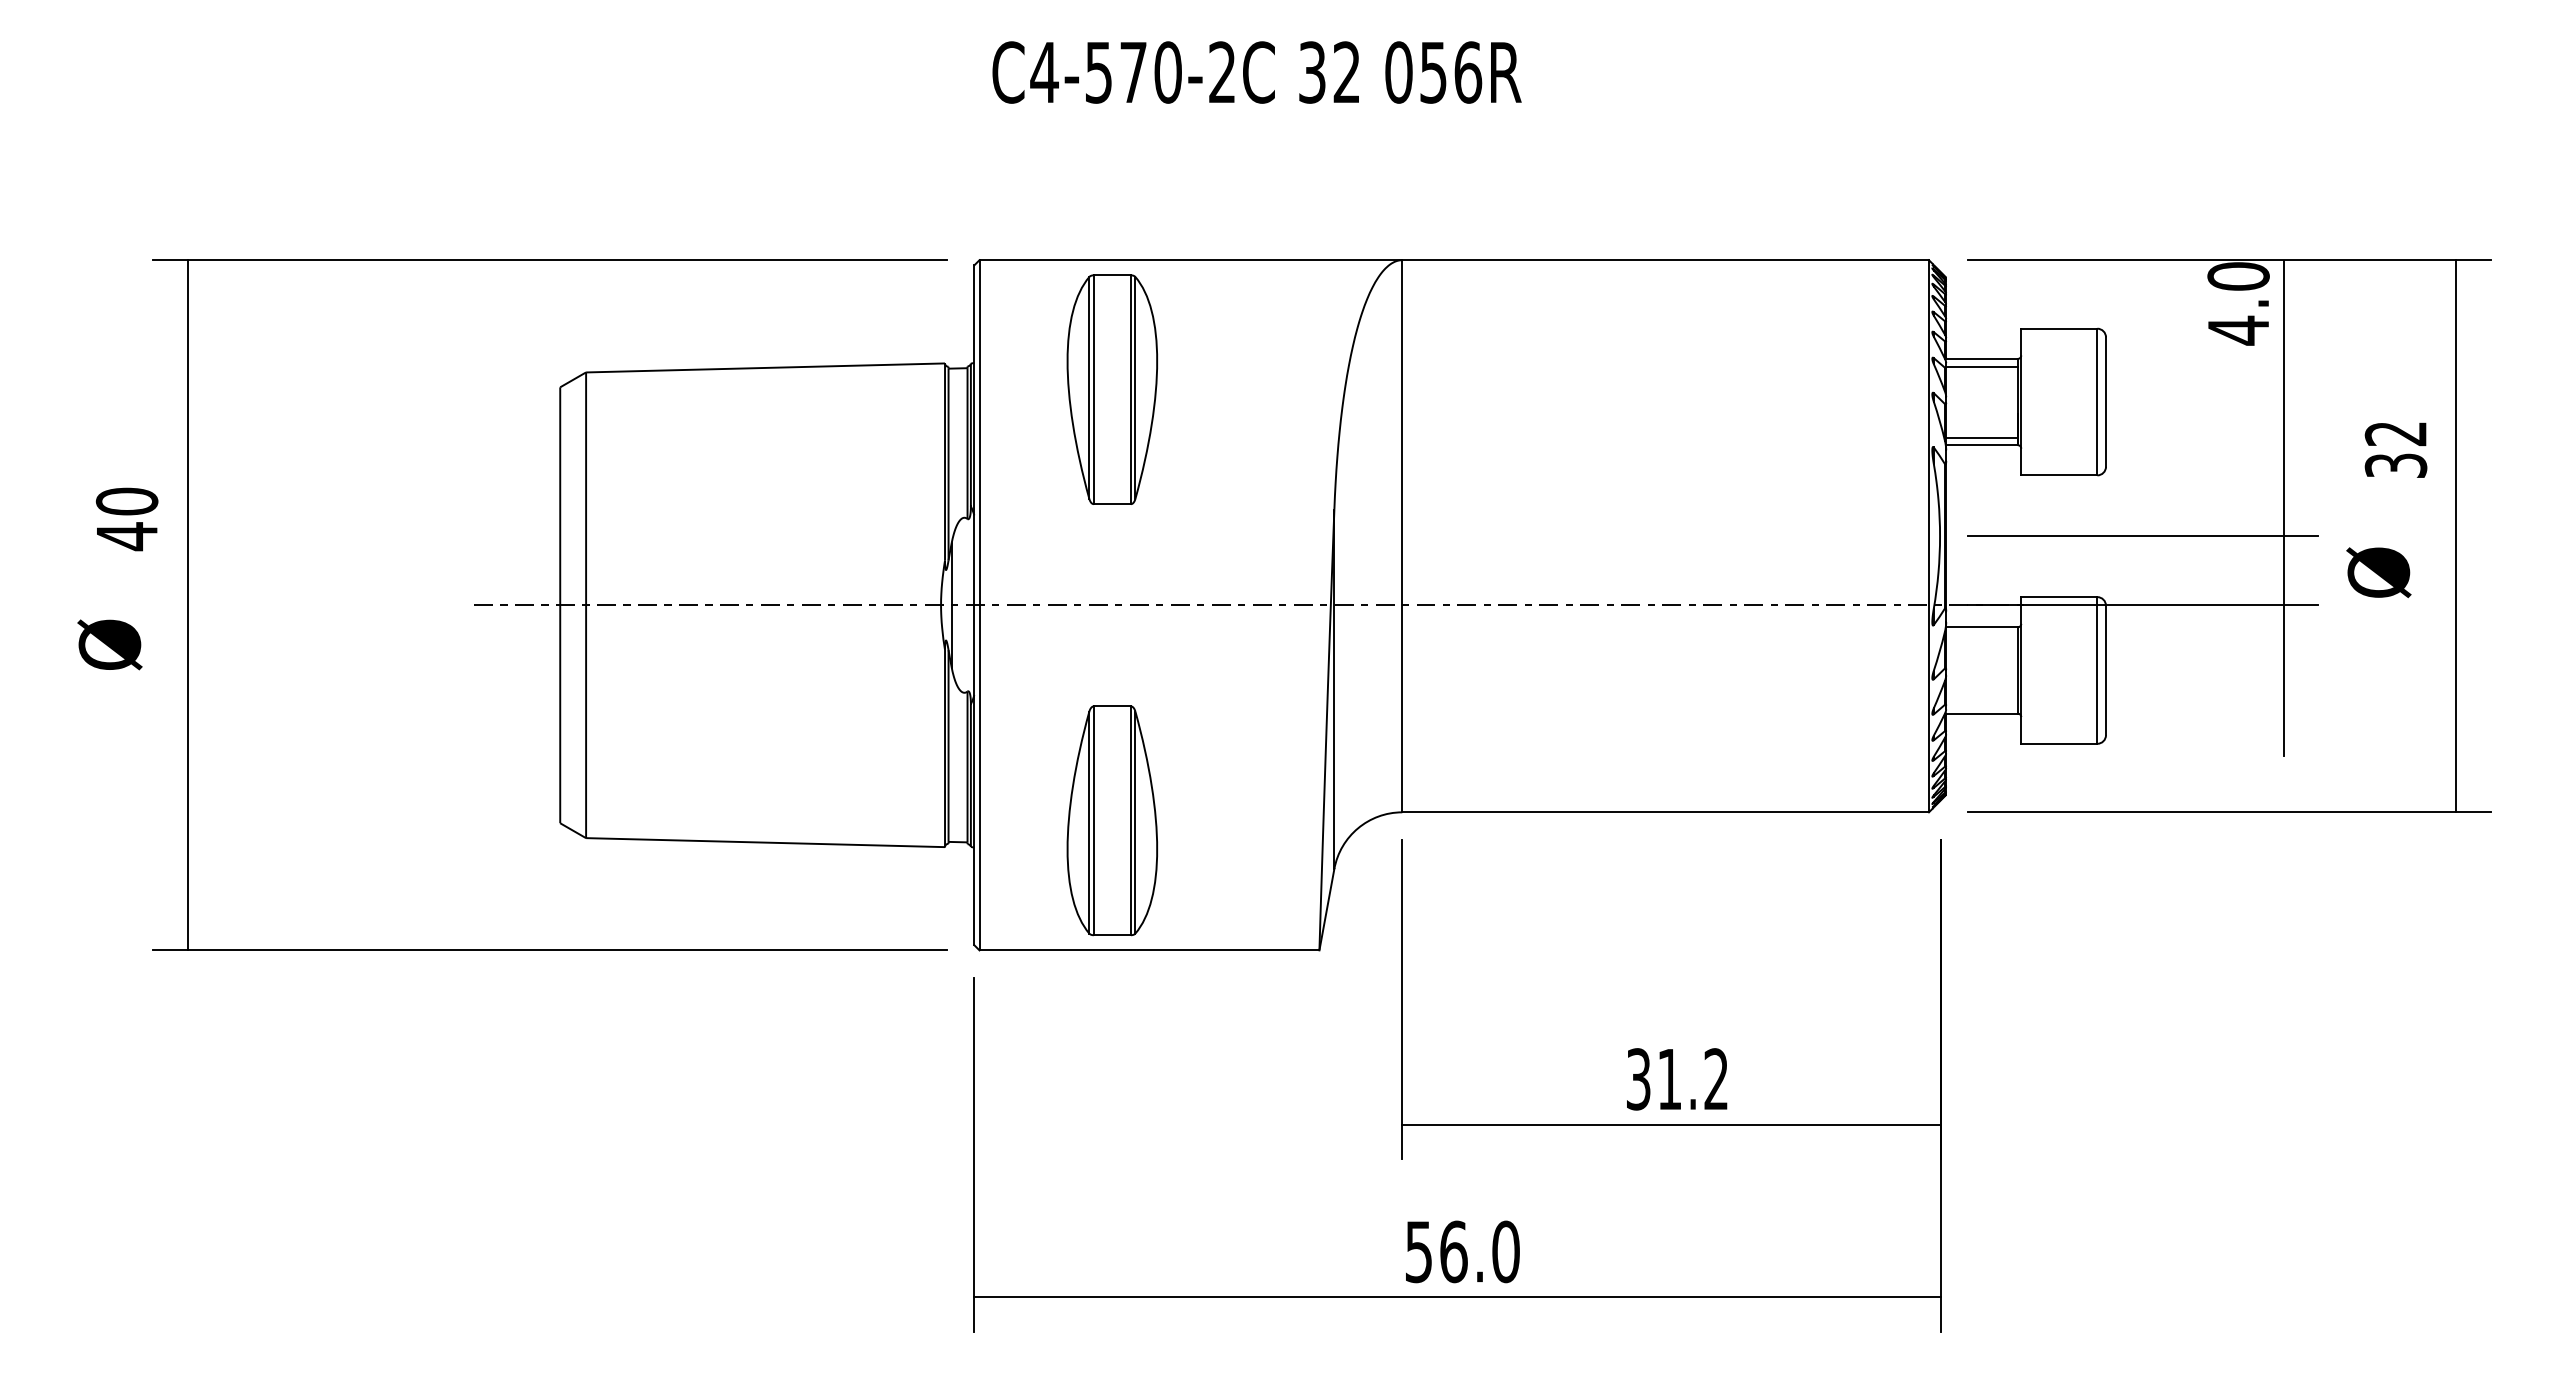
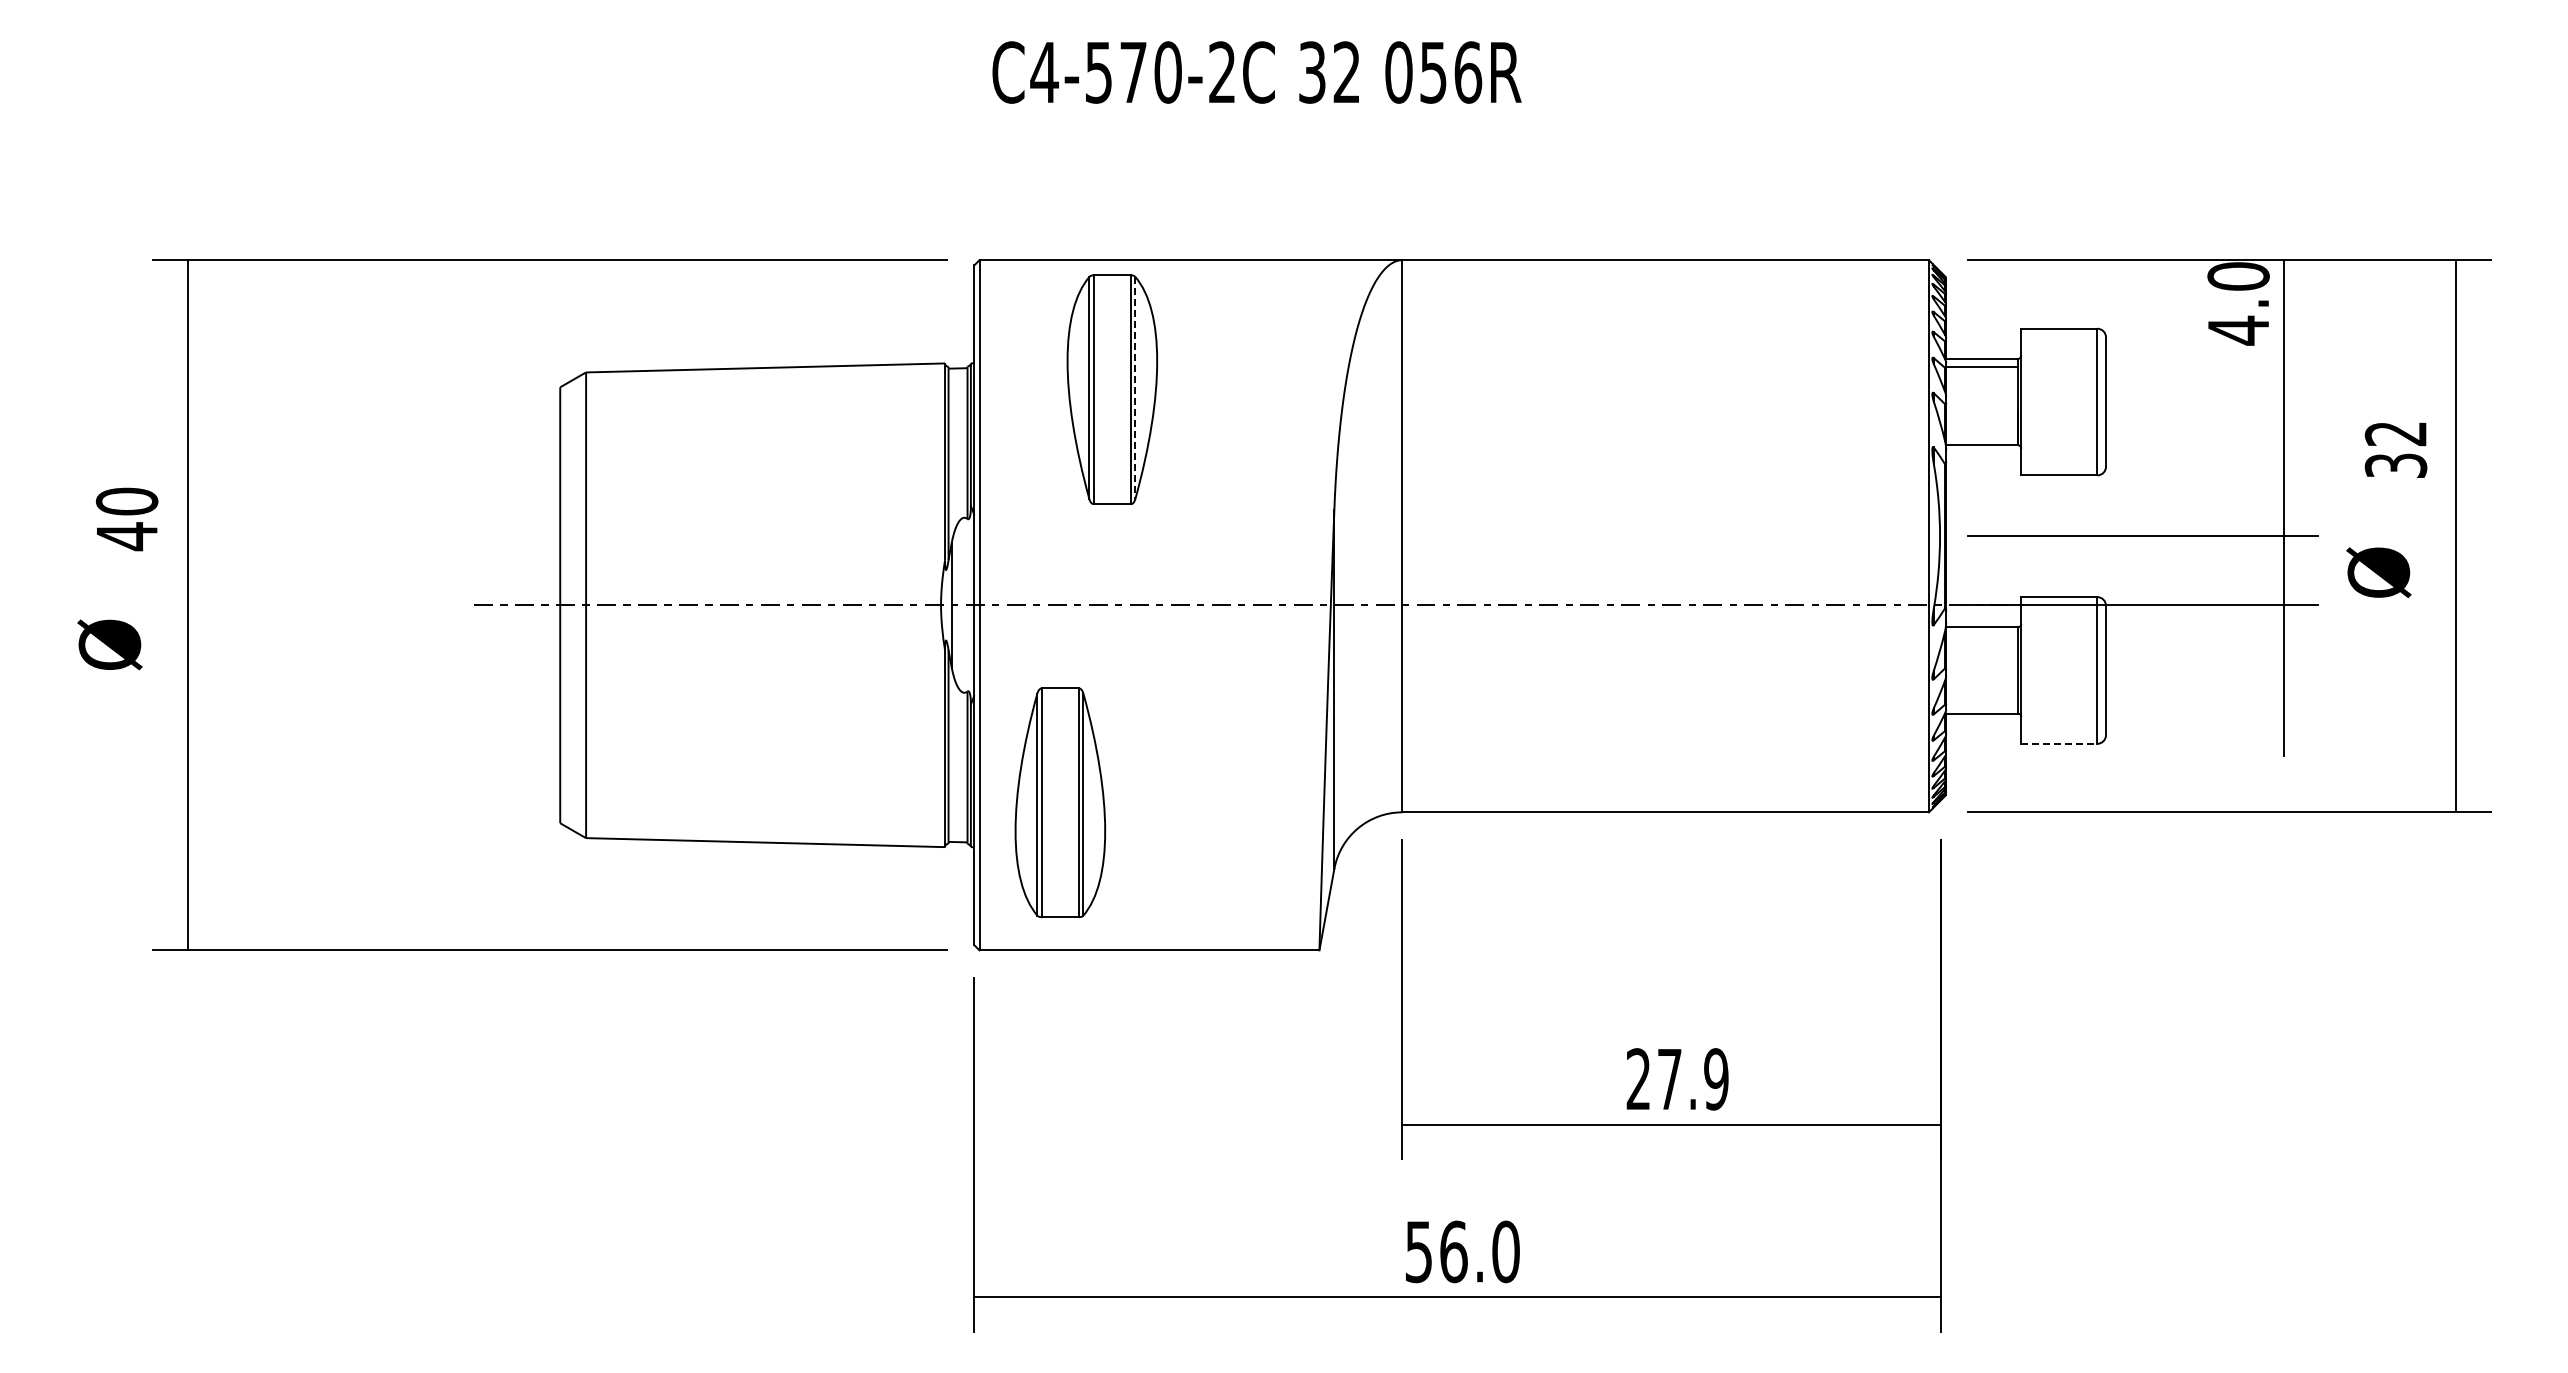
line at (1135, 387): solid -> dashed
line at (1981, 437): present -> none
line at (2059, 743): solid -> dashed
part at (1111, 820) position: (1111, 820) -> (1059, 802)
text at (1677, 1079): 31.2 -> 27.9
